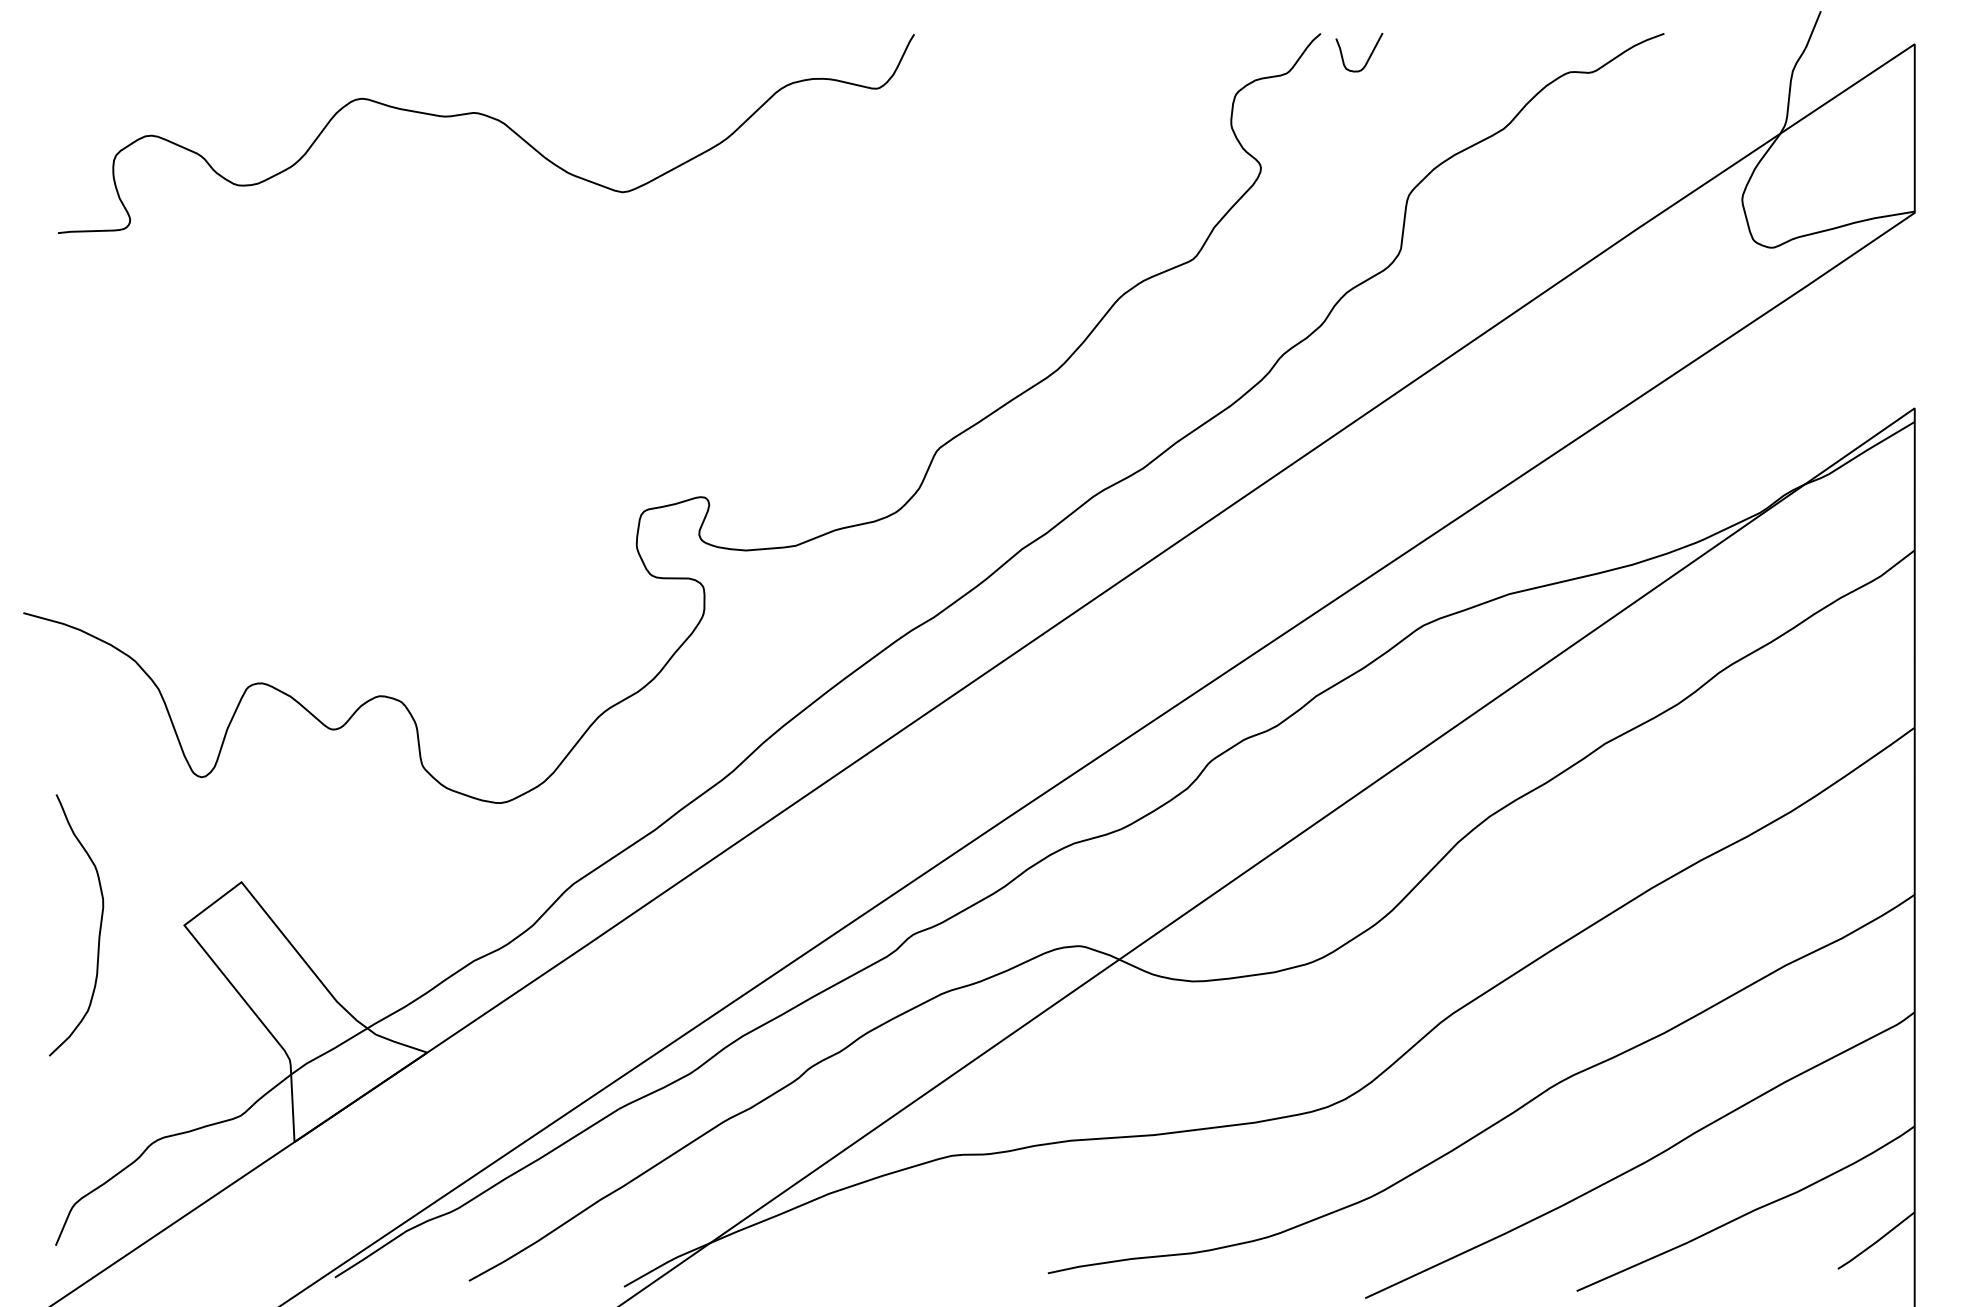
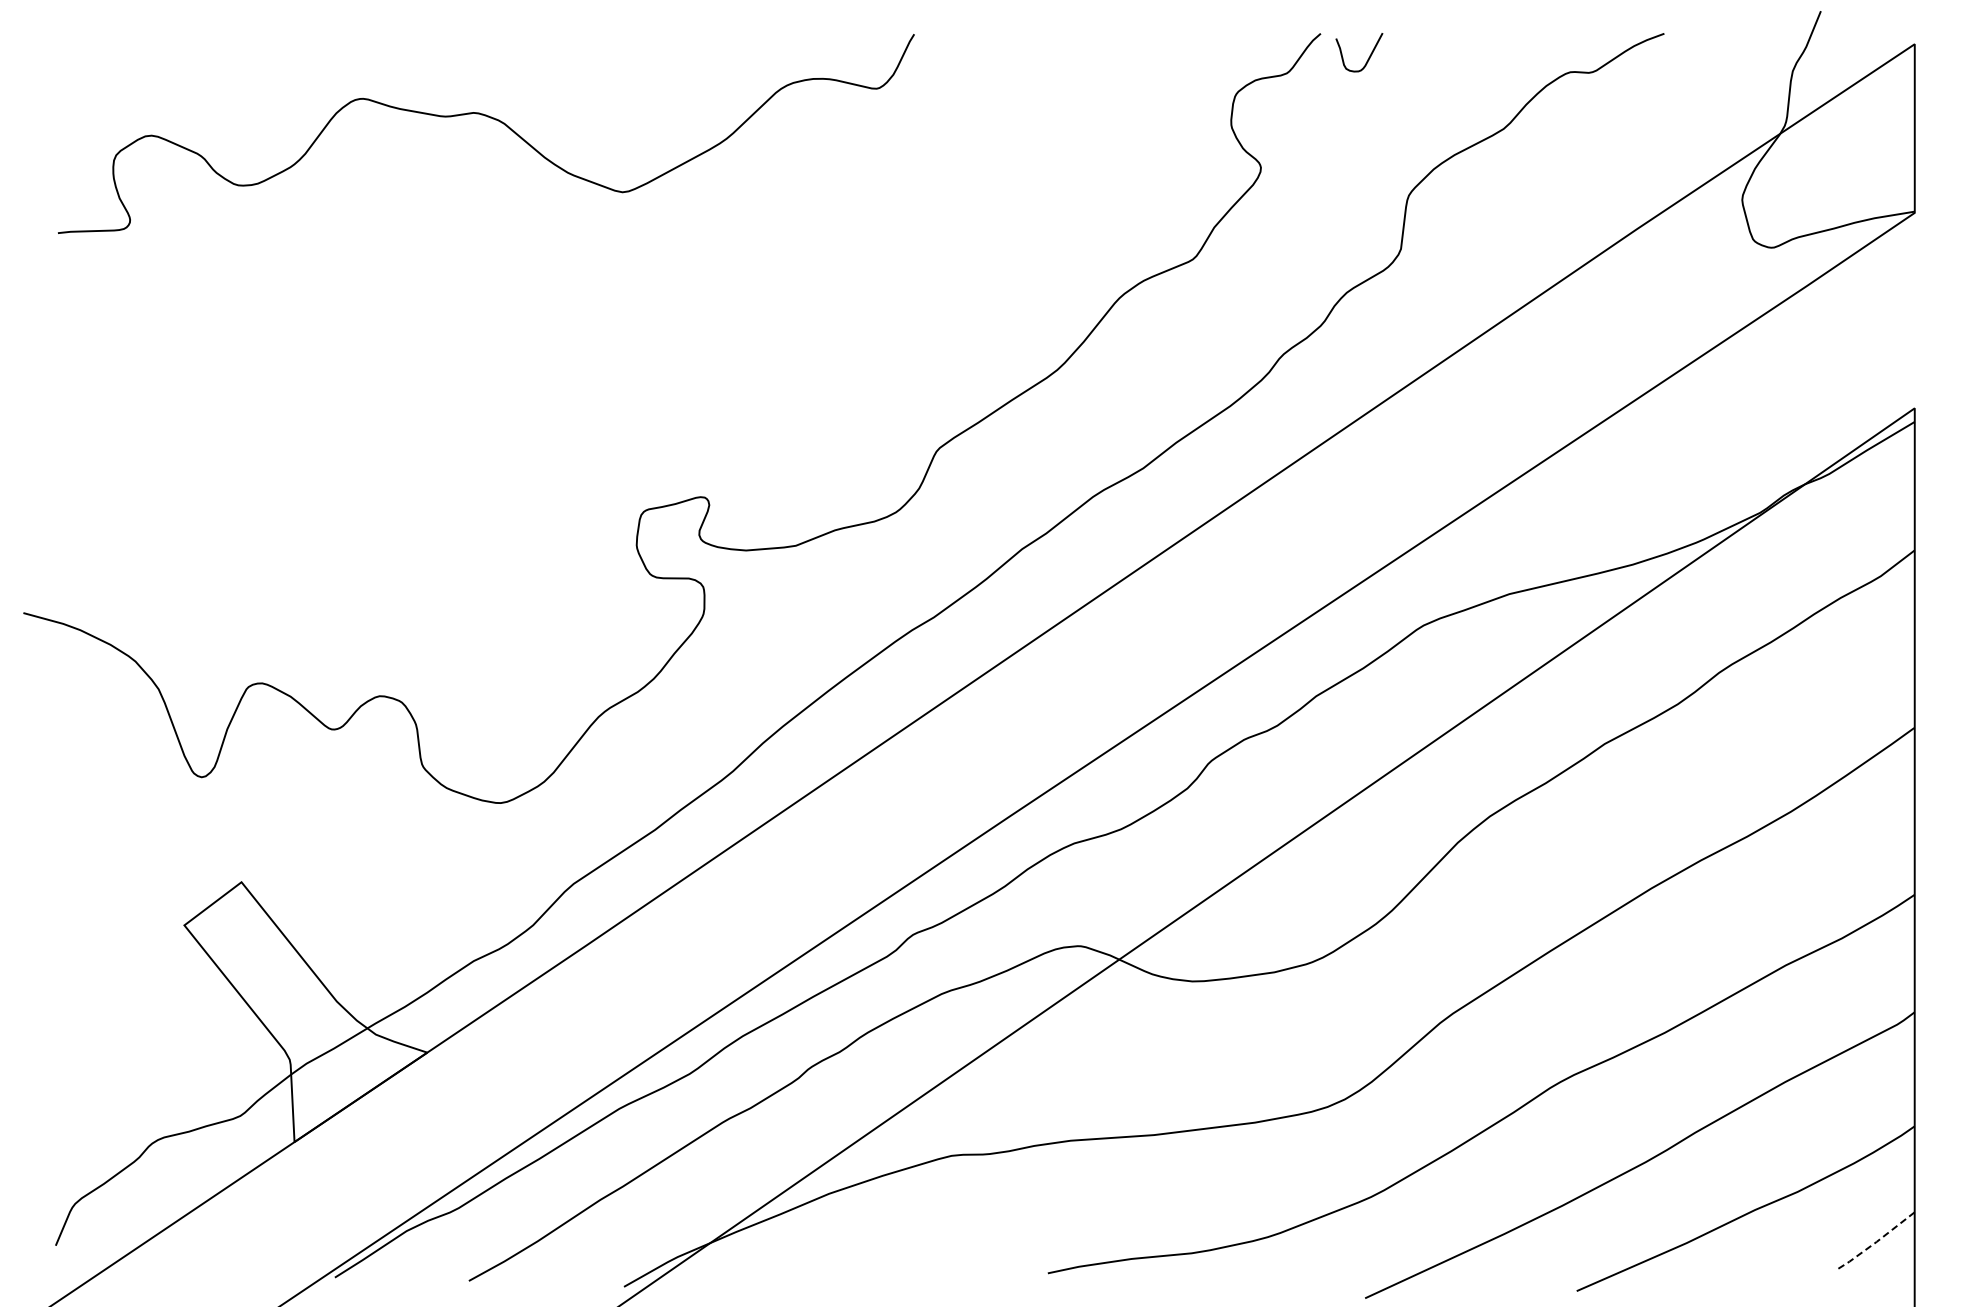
curve at (99, 926): present -> none
line at (1876, 1241): solid -> dashed
